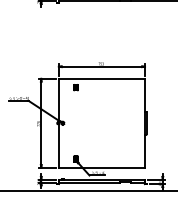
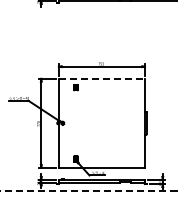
line at (101, 78): solid -> dashed
line at (89, 190): solid -> dashed
